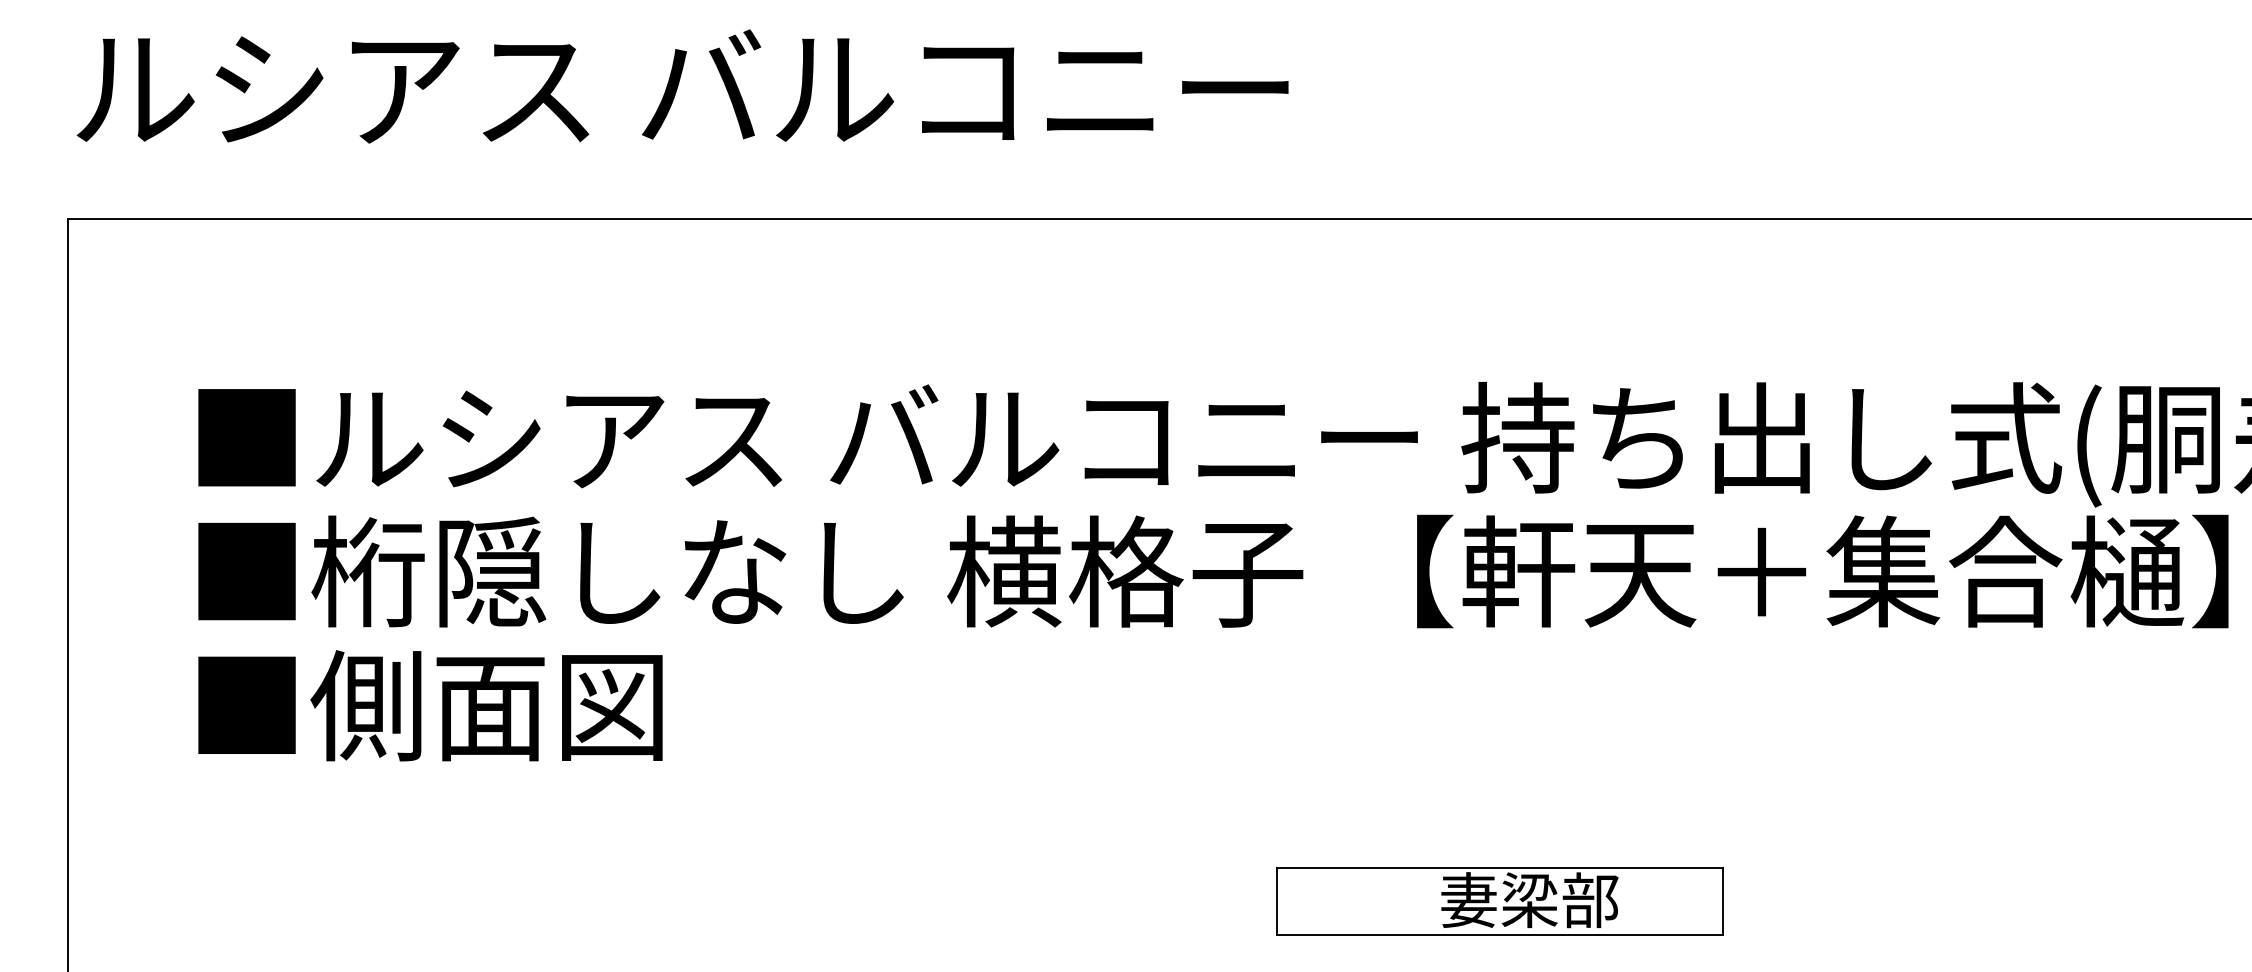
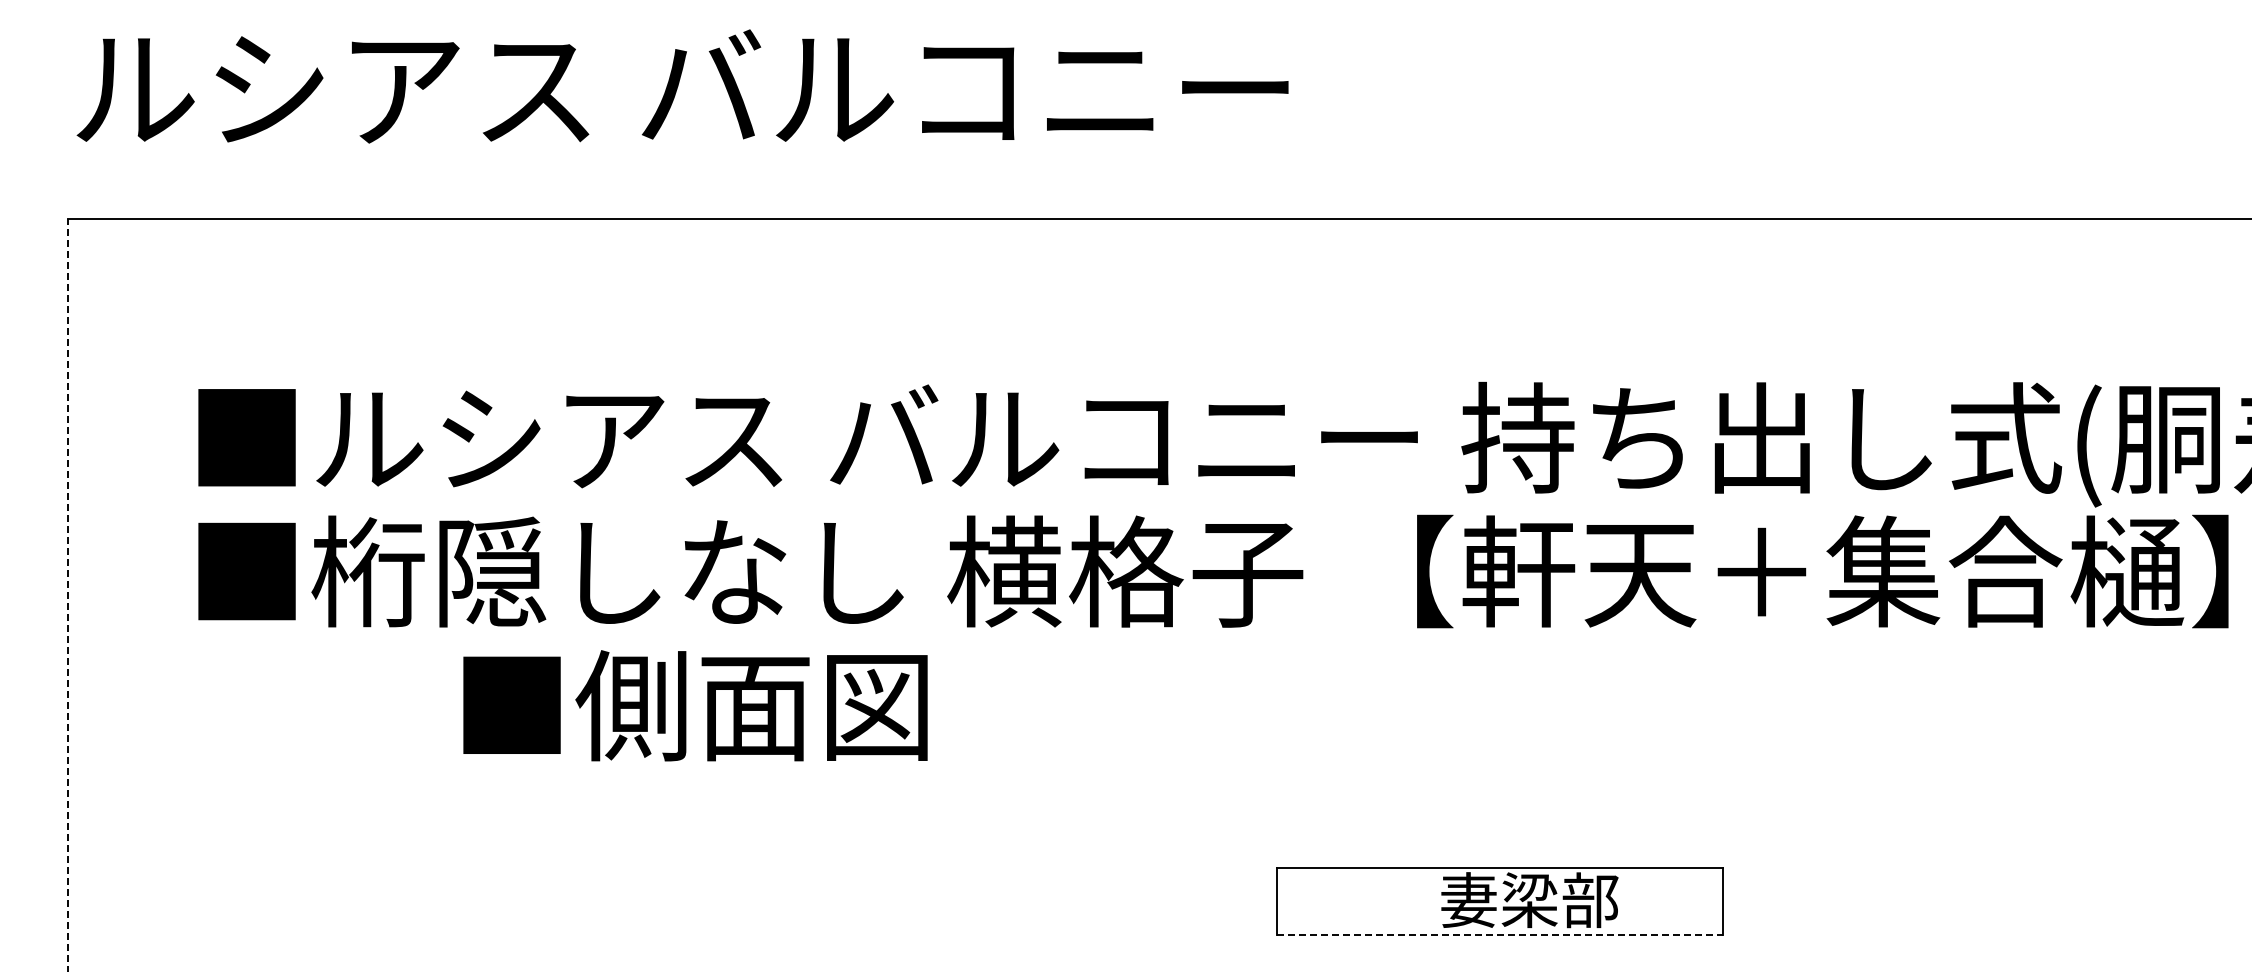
line at (67, 594): solid -> dashed
text at (430, 705) position: (430, 705) -> (695, 705)
line at (1500, 934): solid -> dashed
